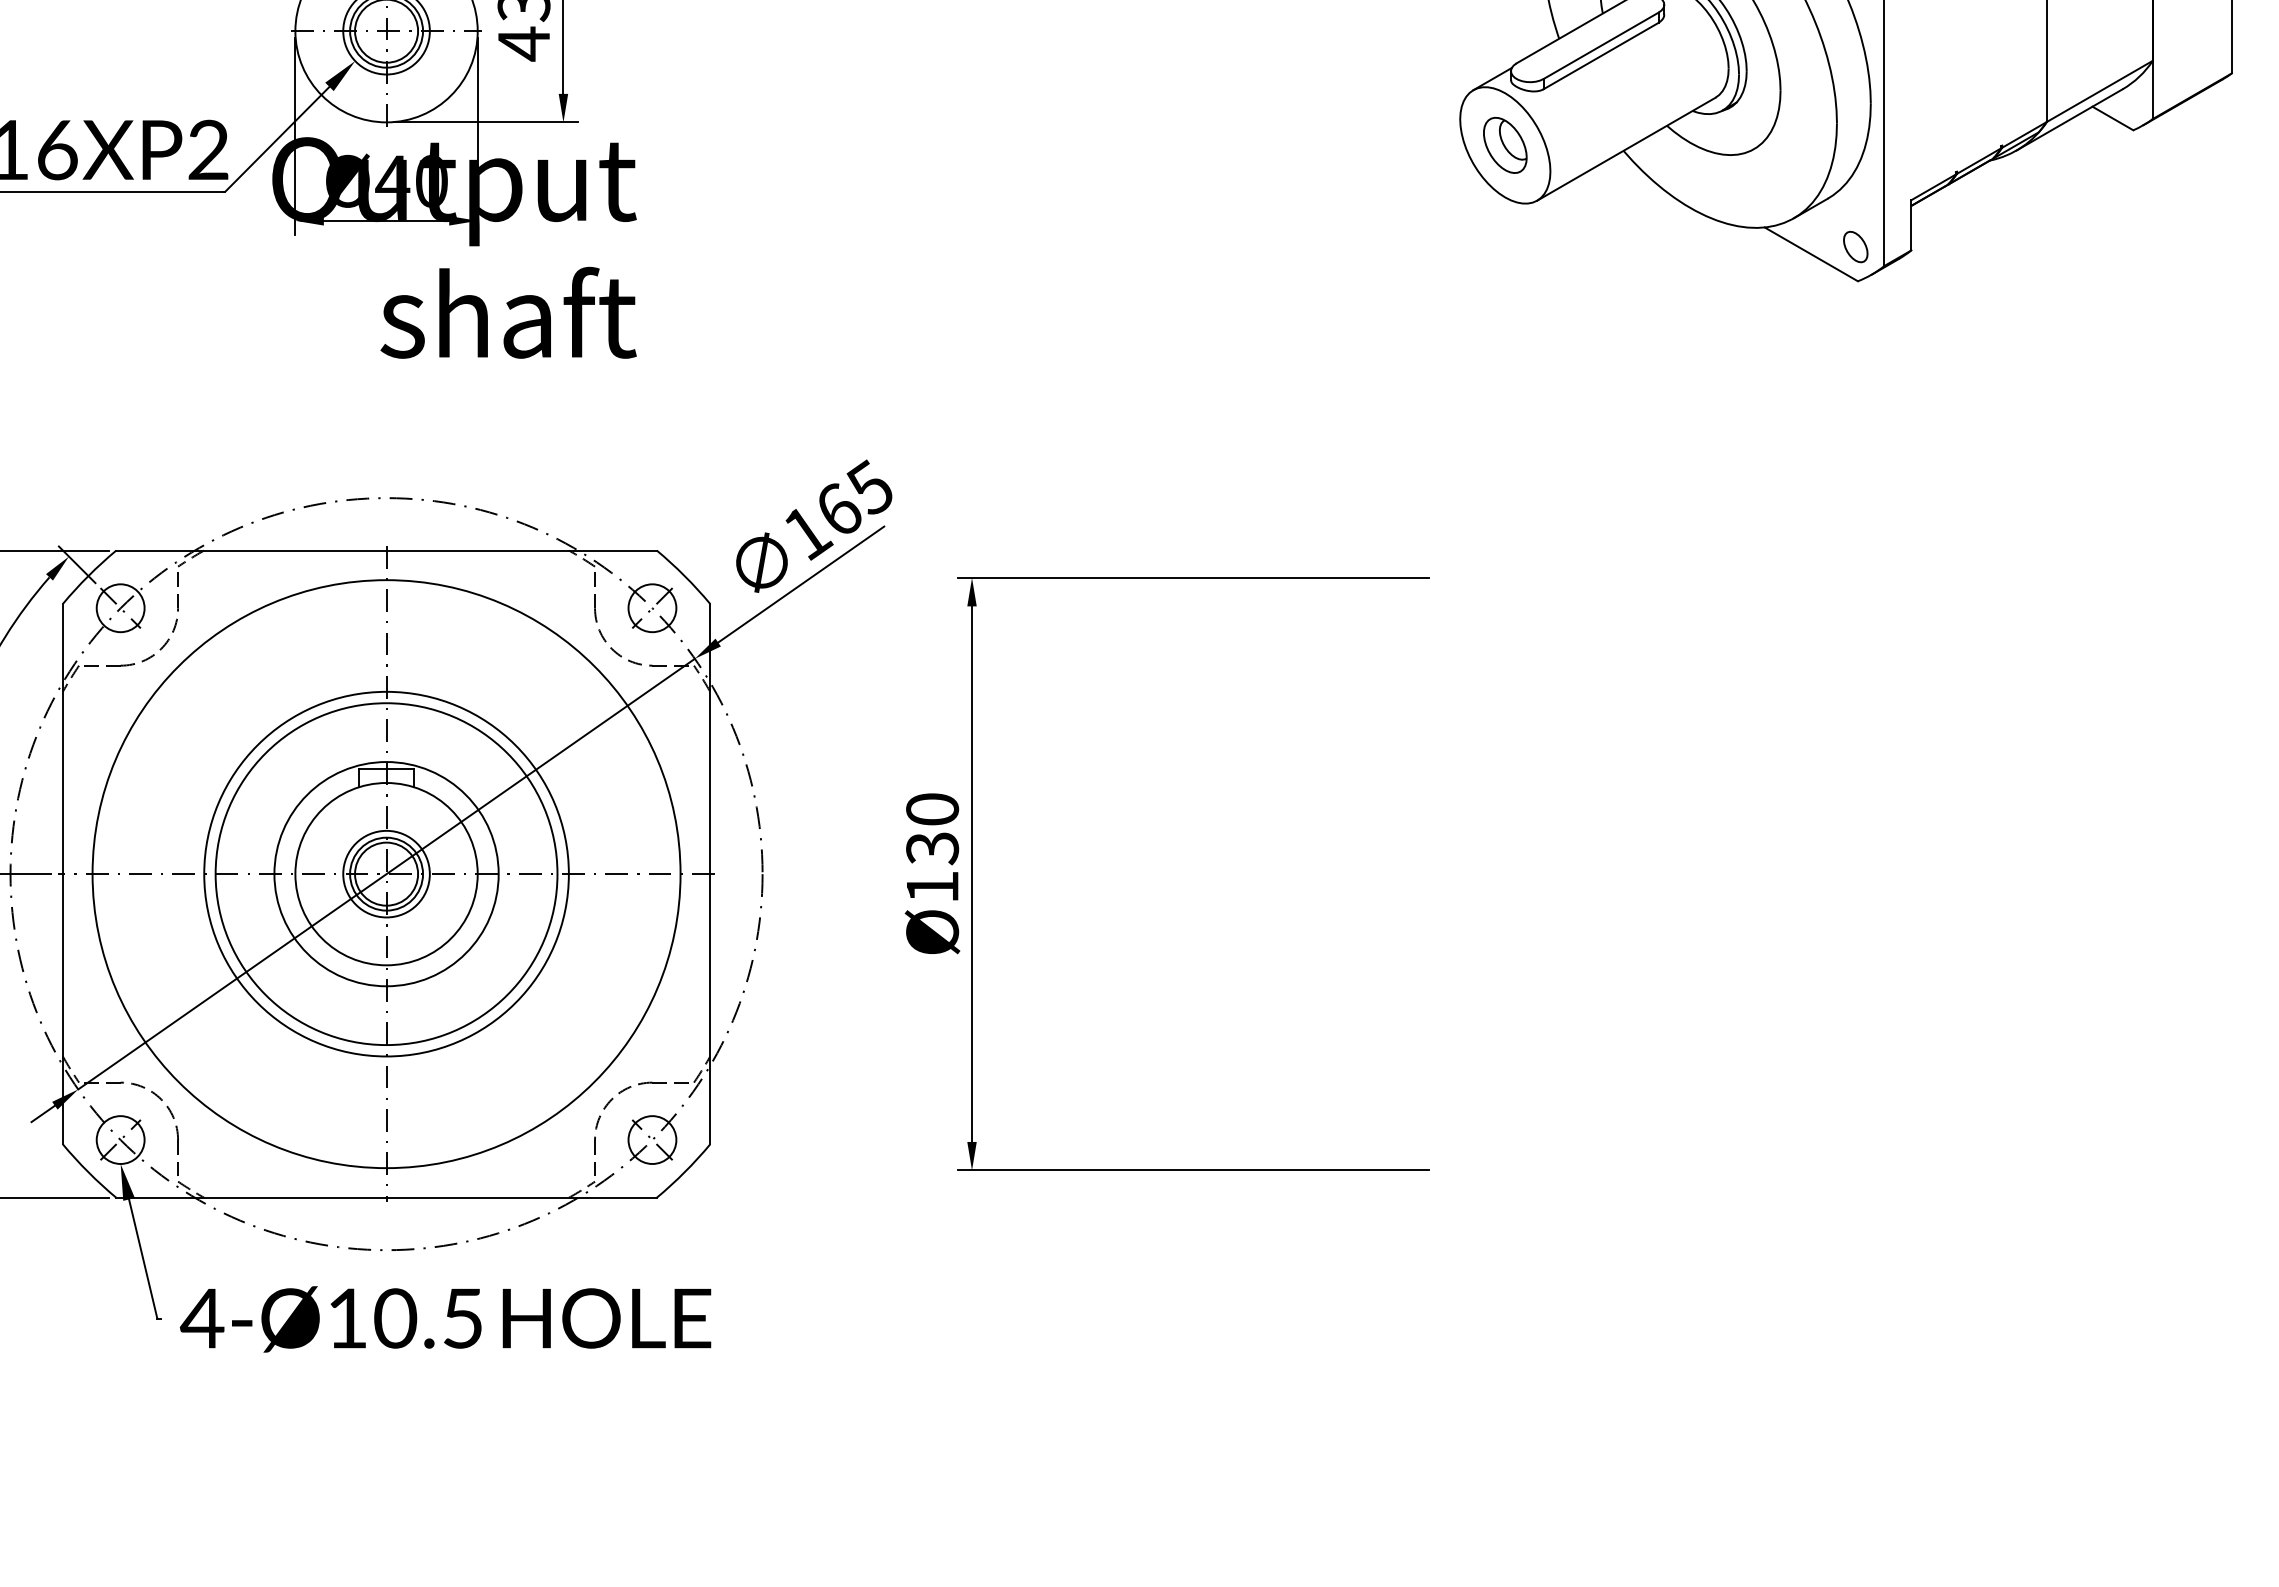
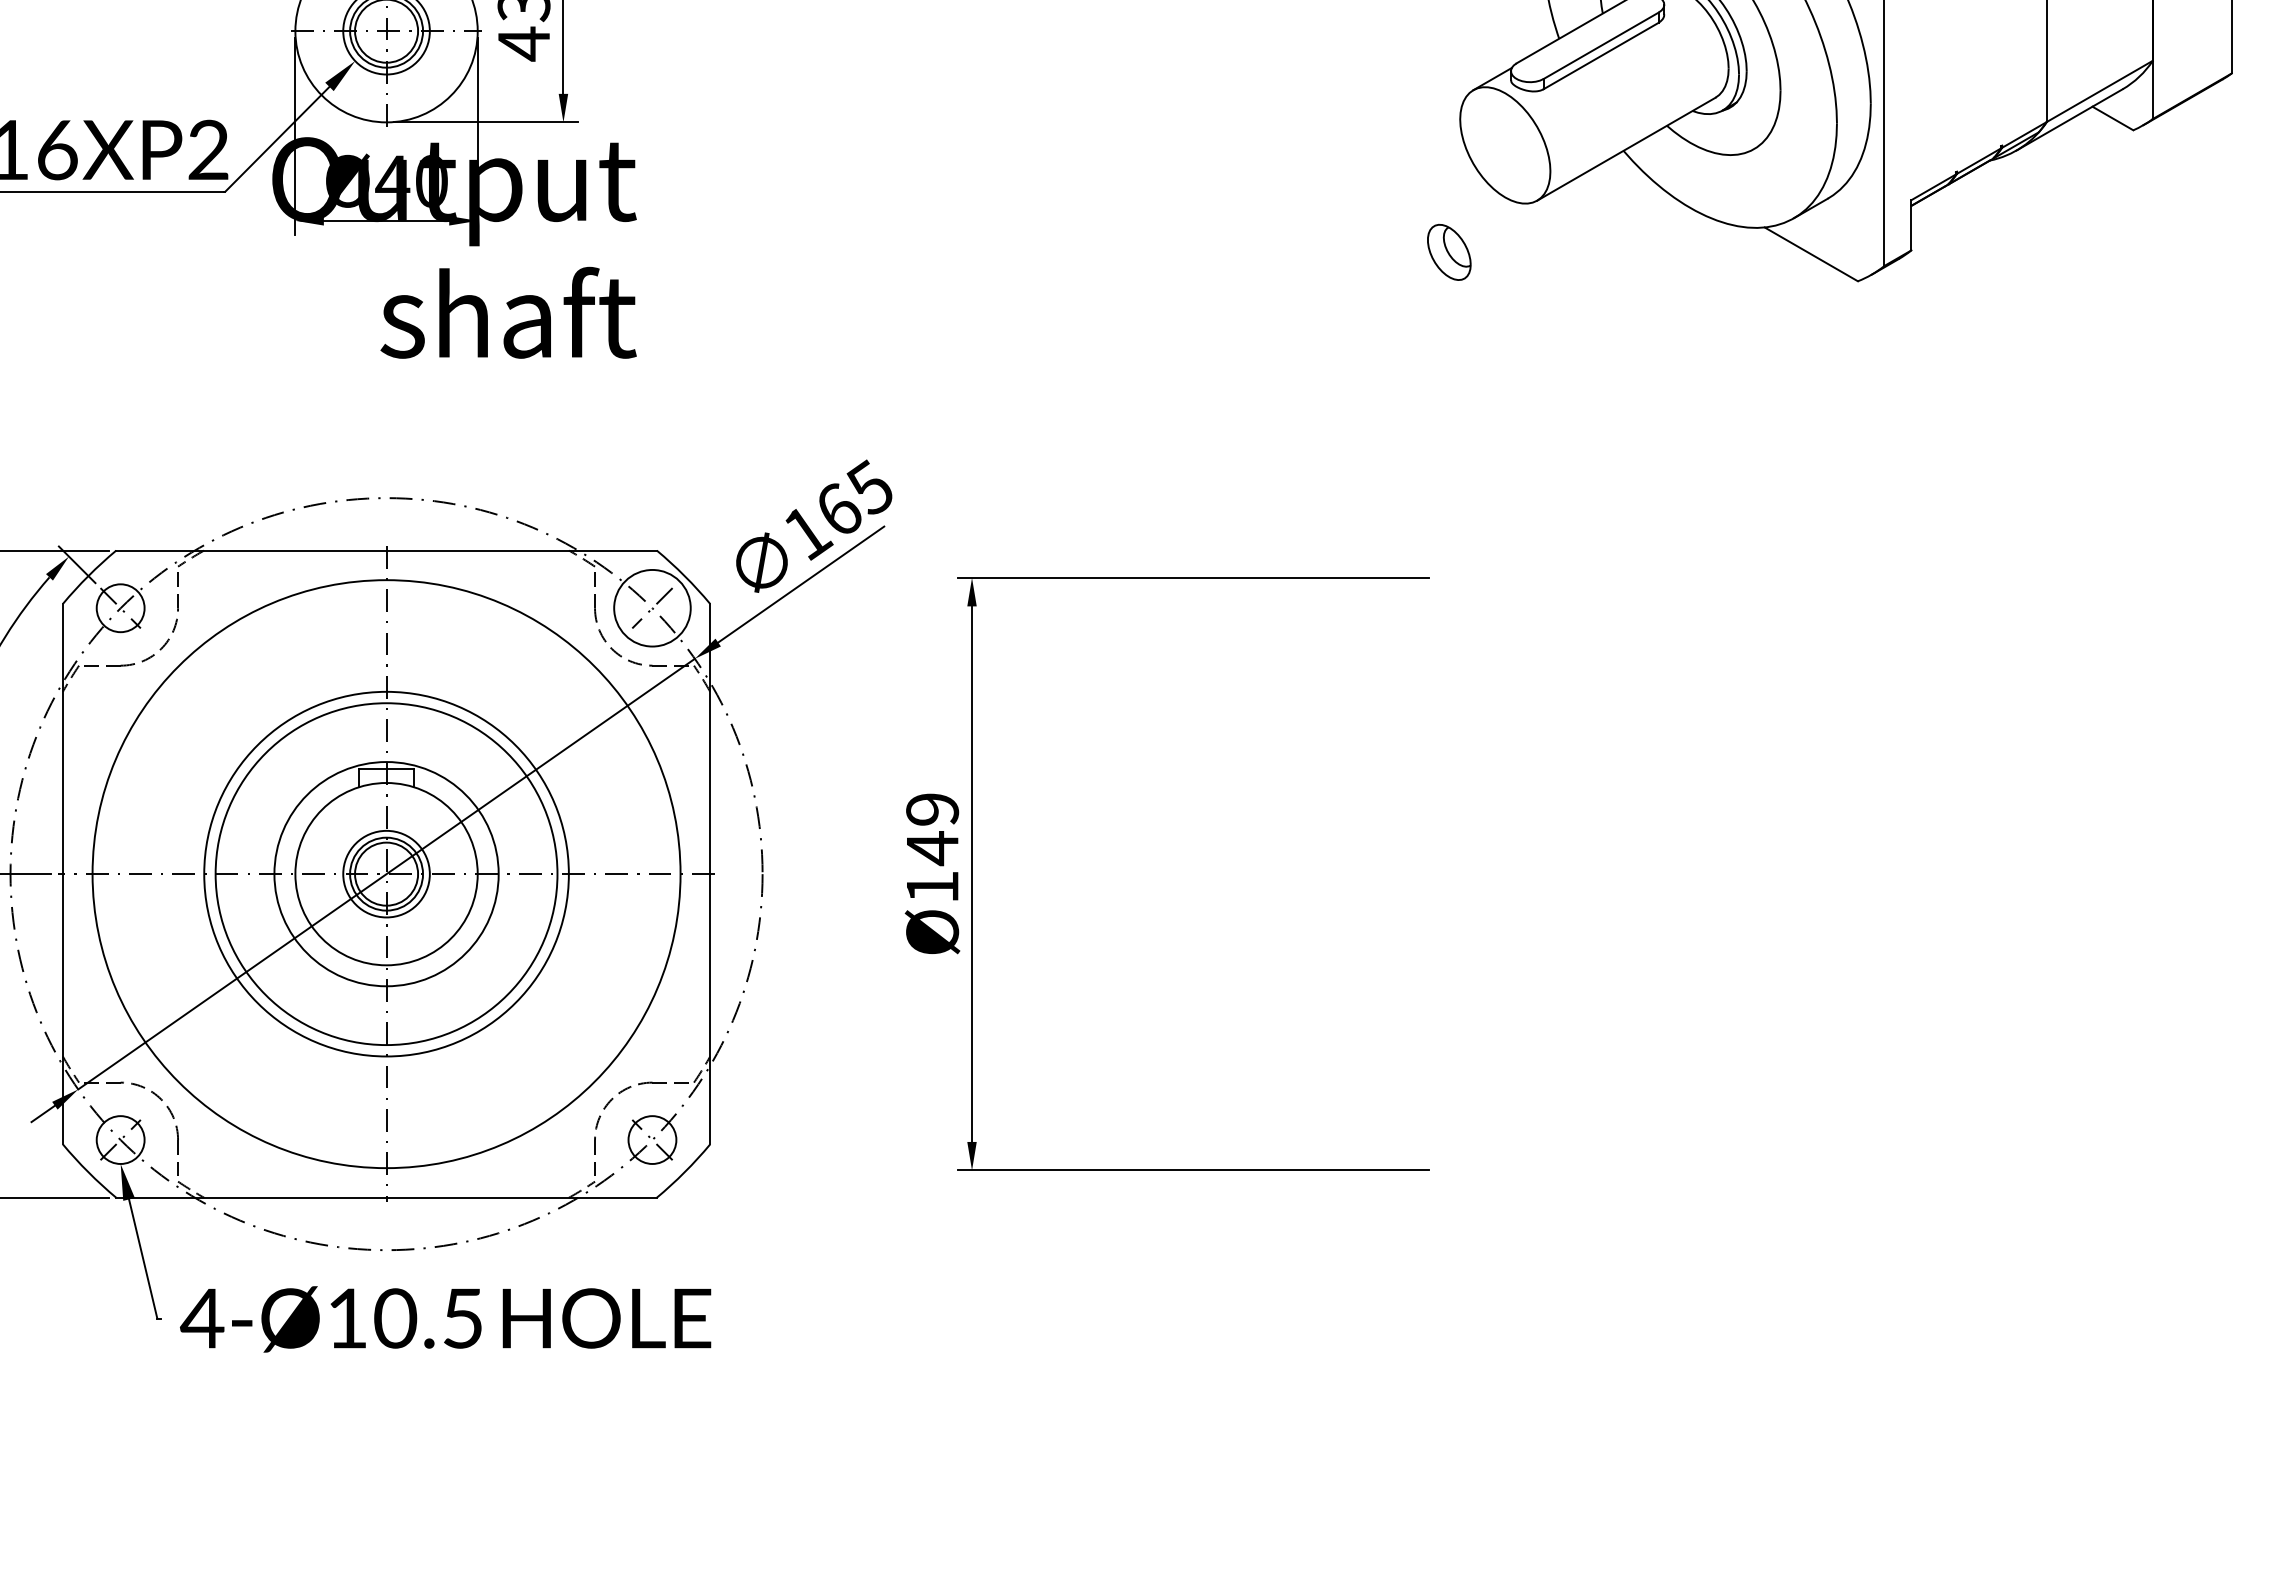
part at (1505, 144) position: (1505, 144) -> (1449, 251)
part at (1855, 247): present -> none
circle at (652, 608) diameter: 48 px -> 77 px
text at (932, 829): Ø130 -> Ø149
